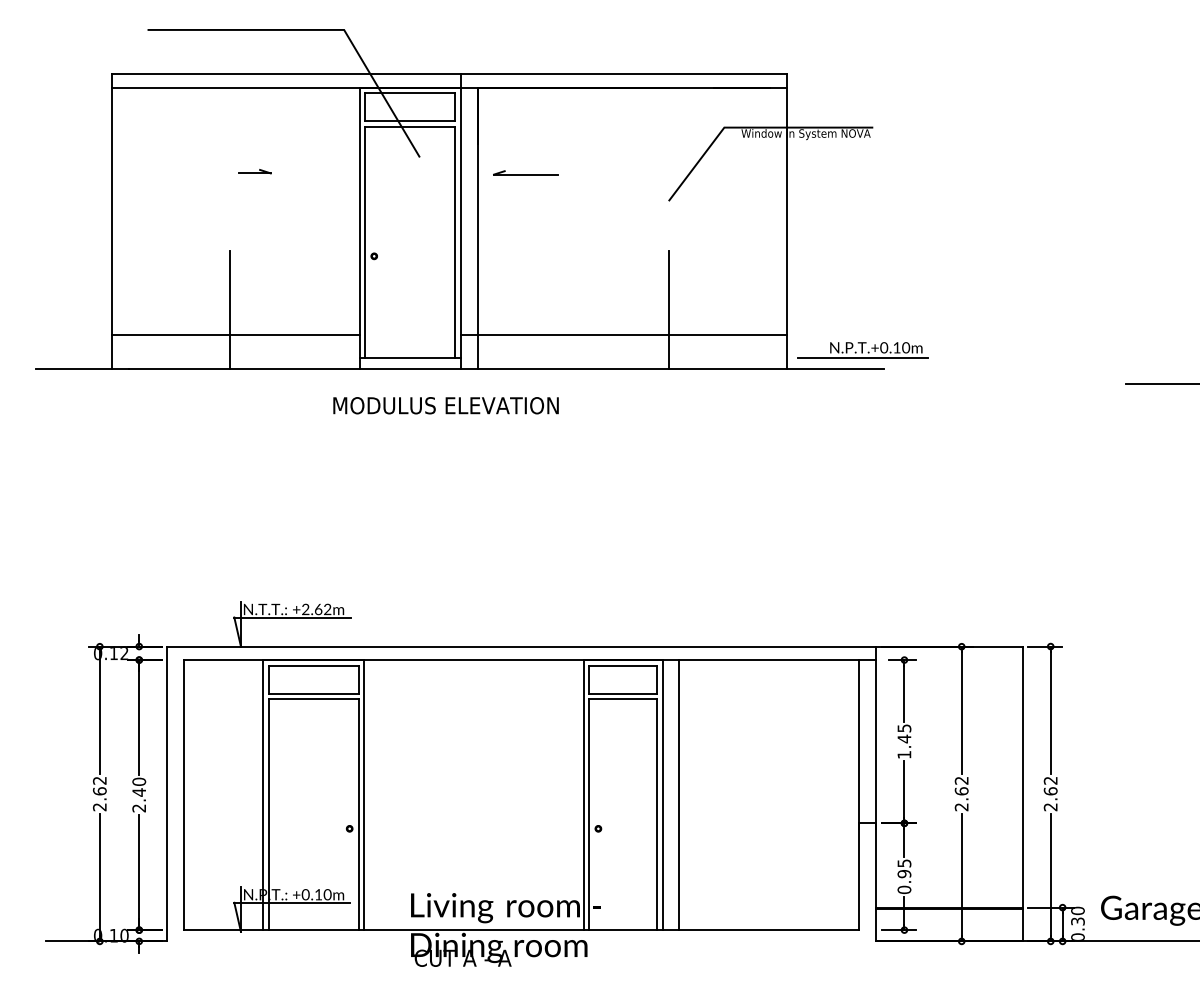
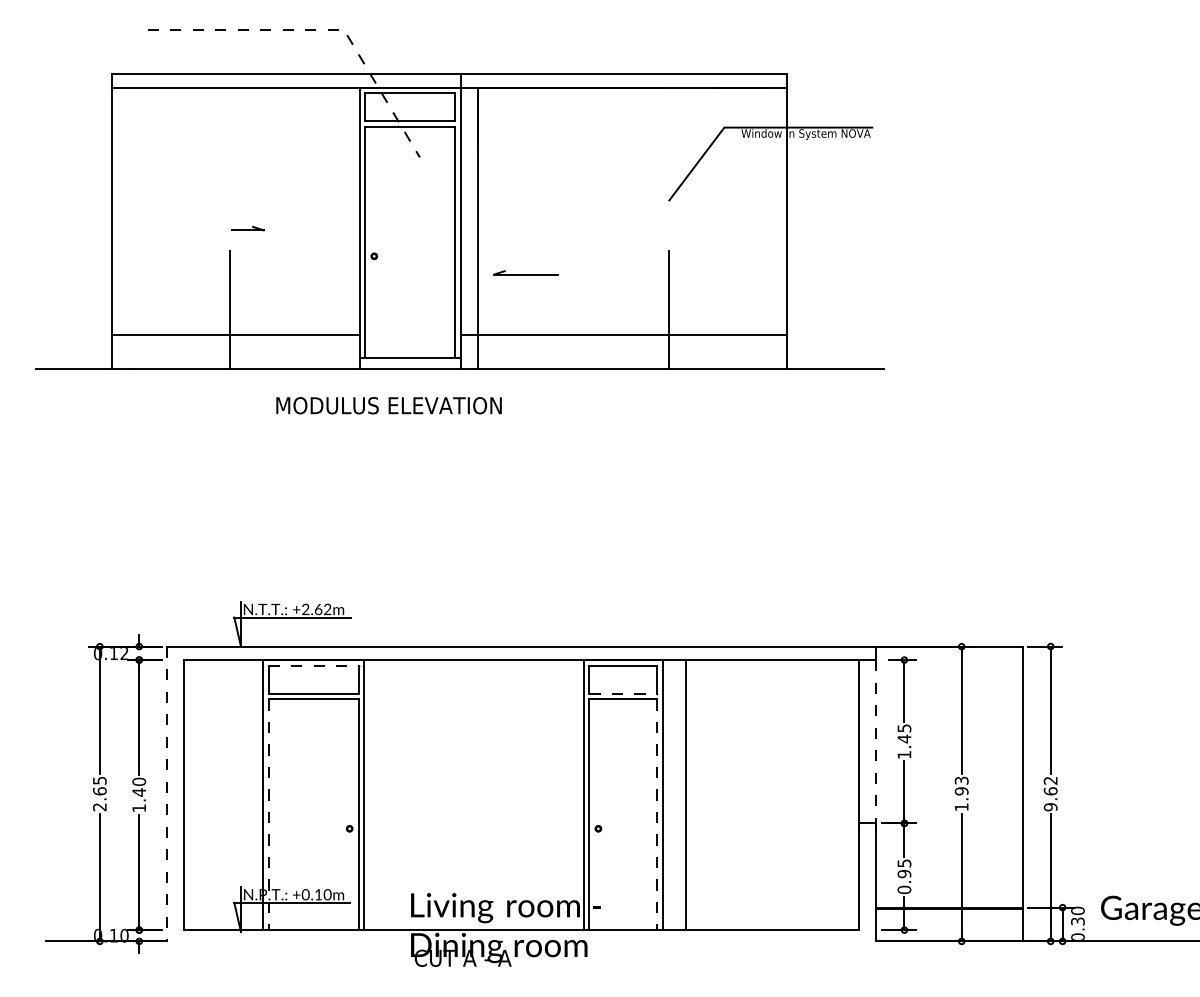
line at (321, 29): solid -> dashed
part at (254, 171) position: (254, 171) -> (247, 228)
part at (525, 172) position: (525, 172) -> (525, 272)
part at (862, 350): present -> none
line at (1160, 384): present -> none
text at (445, 405) position: (445, 405) -> (388, 405)
line at (314, 665): solid -> dashed
line at (623, 693): solid -> dashed
line at (876, 744): solid -> dashed
text at (99, 780): 2.62 -> 2.65
text at (961, 793): 2.62 -> 1.93
line at (167, 794): solid -> dashed
line at (679, 795) position: (679, 795) -> (686, 795)
text at (1050, 807): 2.62 -> 9.62
text at (138, 808): 2.40 -> 1.40
line at (268, 815): solid -> dashed
line at (656, 815): solid -> dashed
